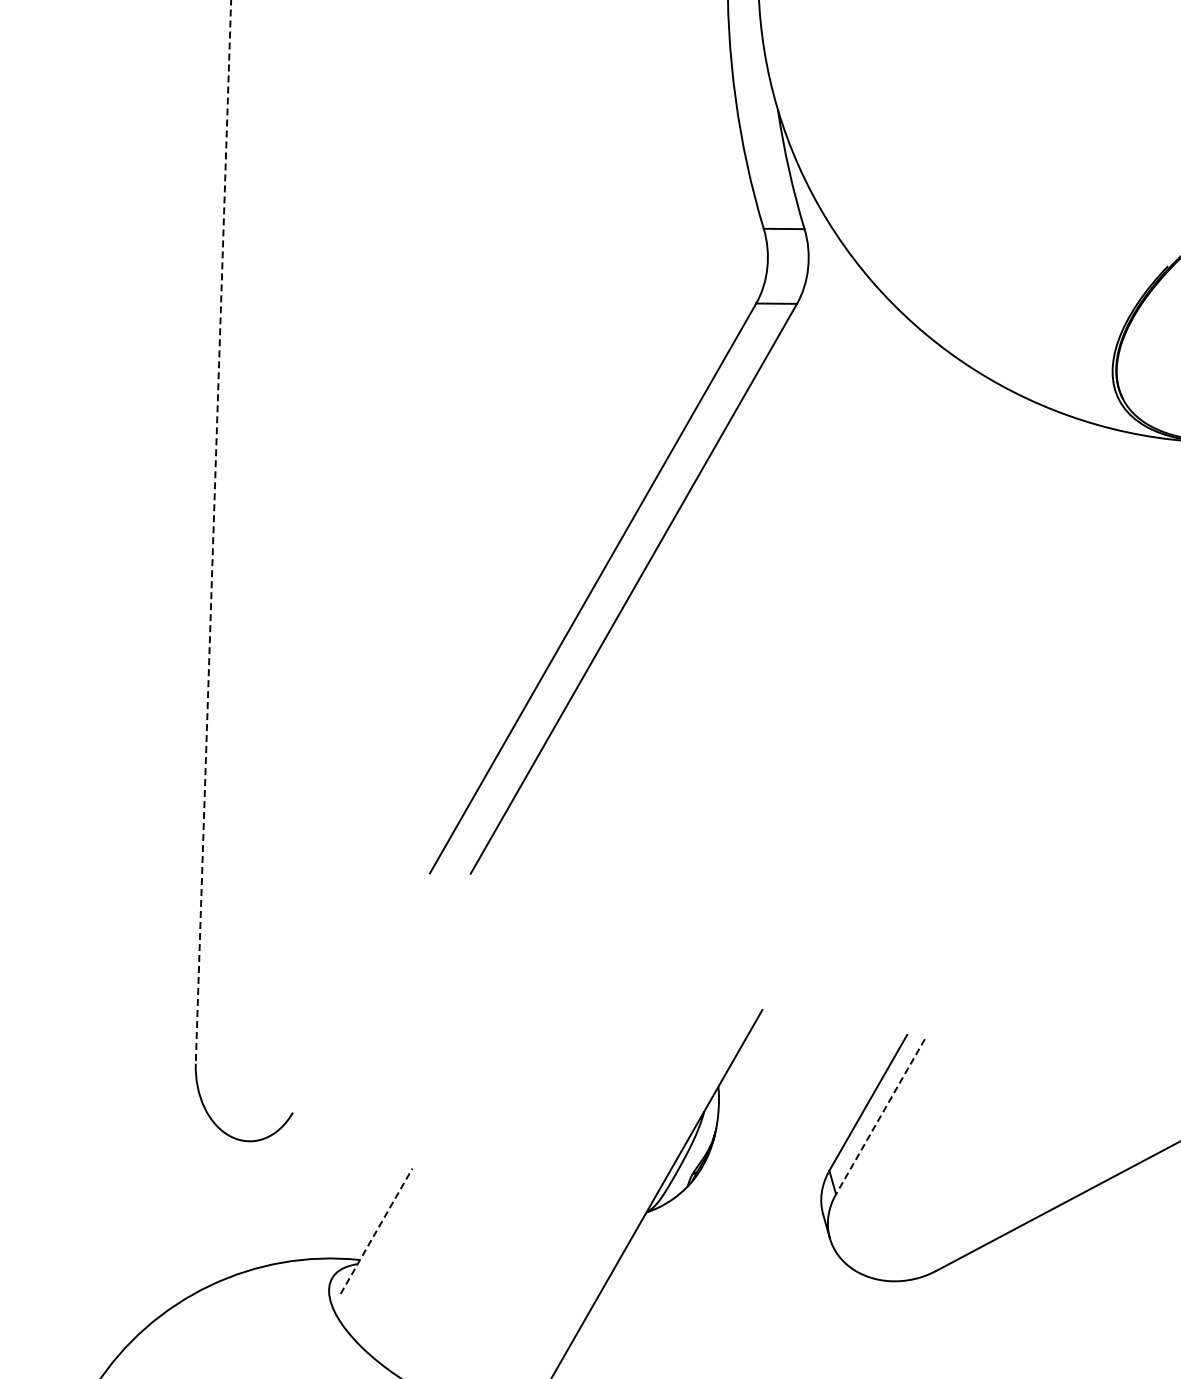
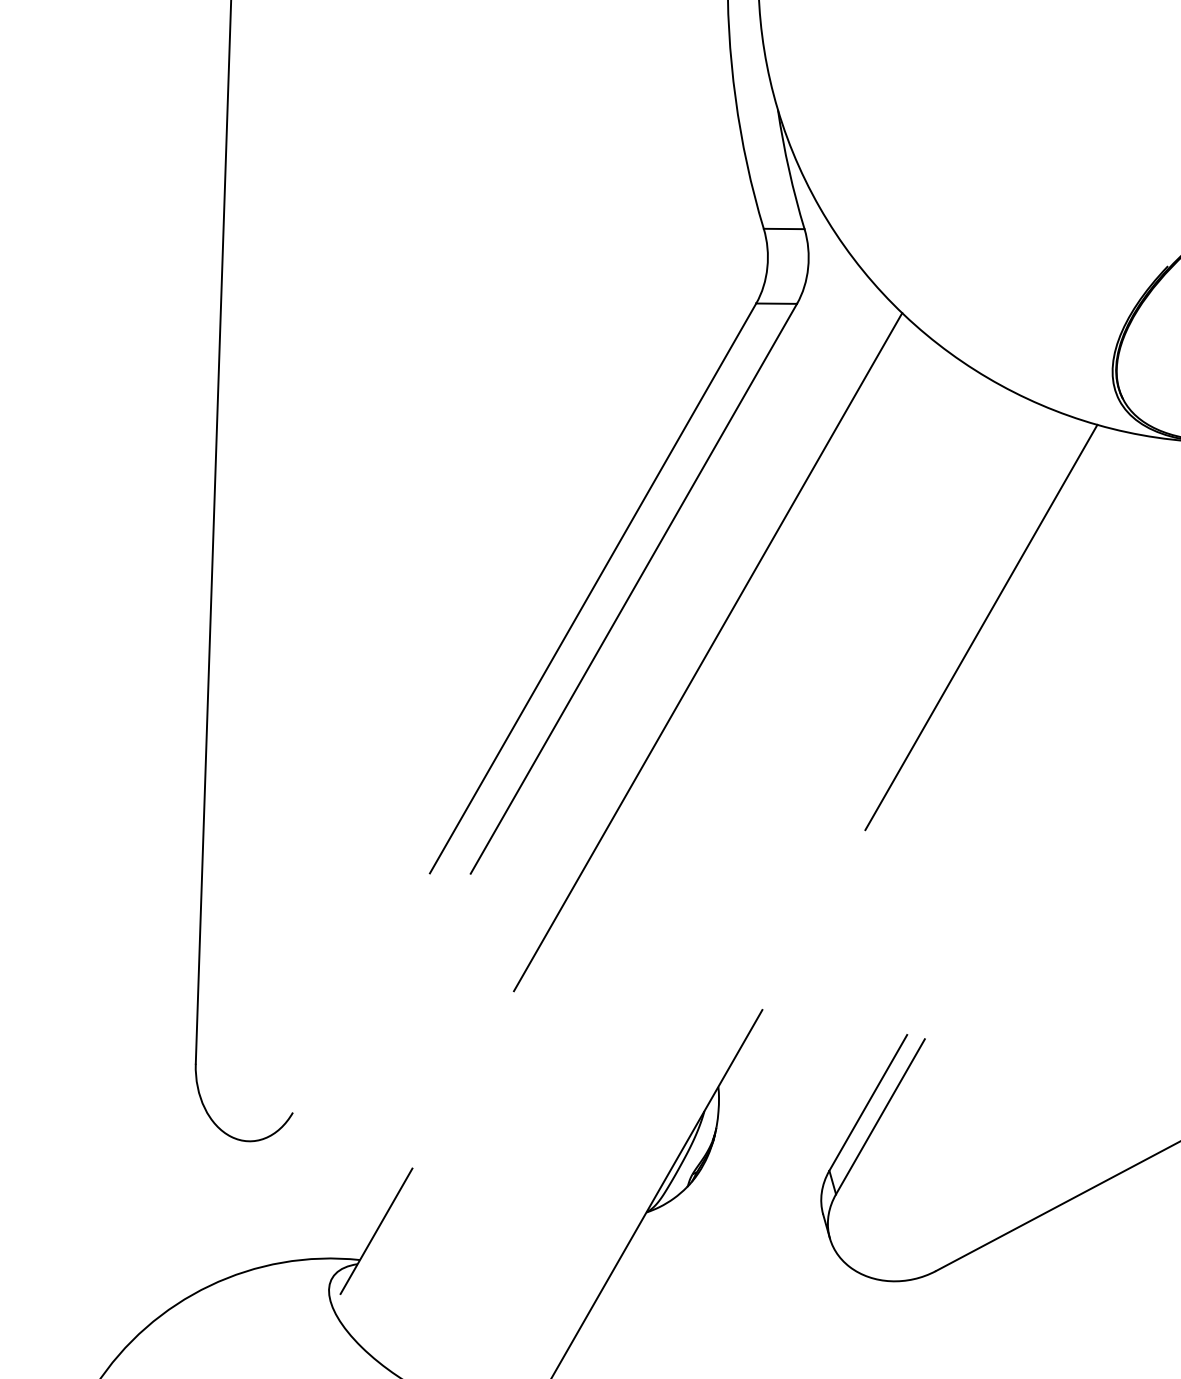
line at (213, 532): dashed -> solid
line at (981, 627): none -> present
line at (707, 652): none -> present
line at (880, 1117): dashed -> solid
line at (376, 1230): dashed -> solid
